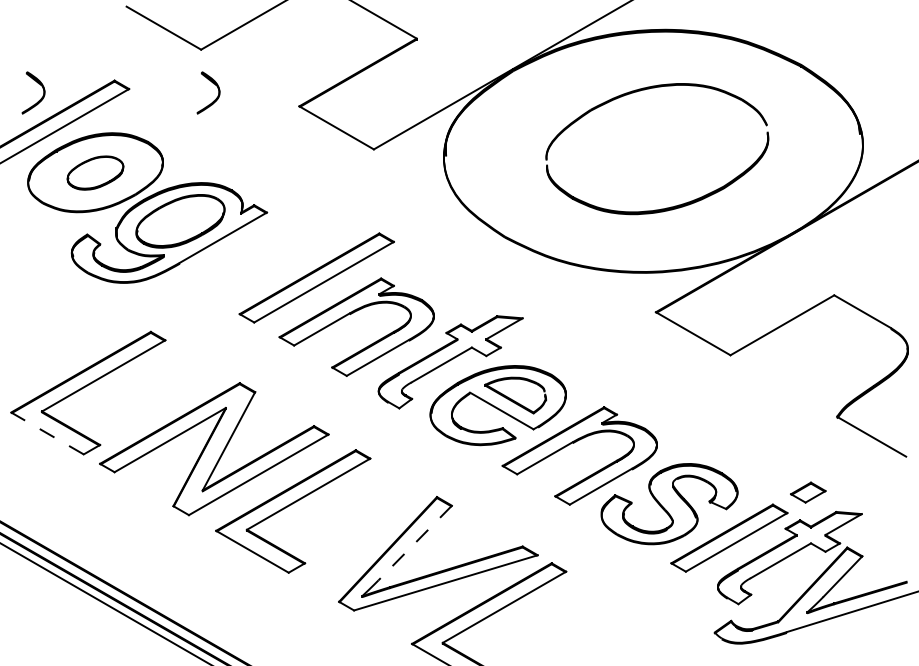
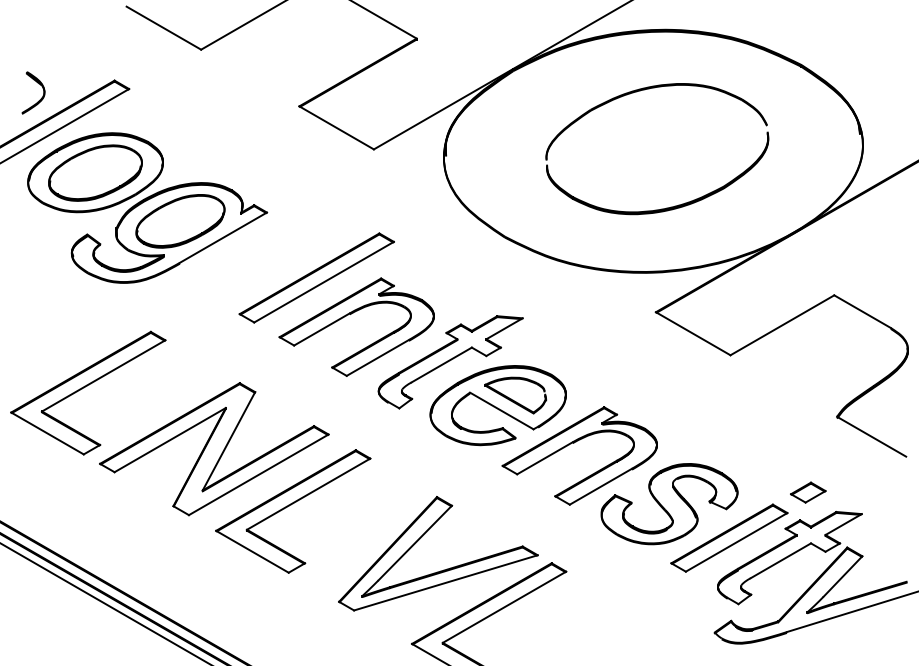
part at (215, 98): present -> none
part at (95, 172) size: 59x36 px -> 95x58 px
line at (47, 433): dashed -> solid
line at (414, 543): dashed -> solid
